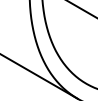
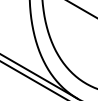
line at (32, 79): none -> present
